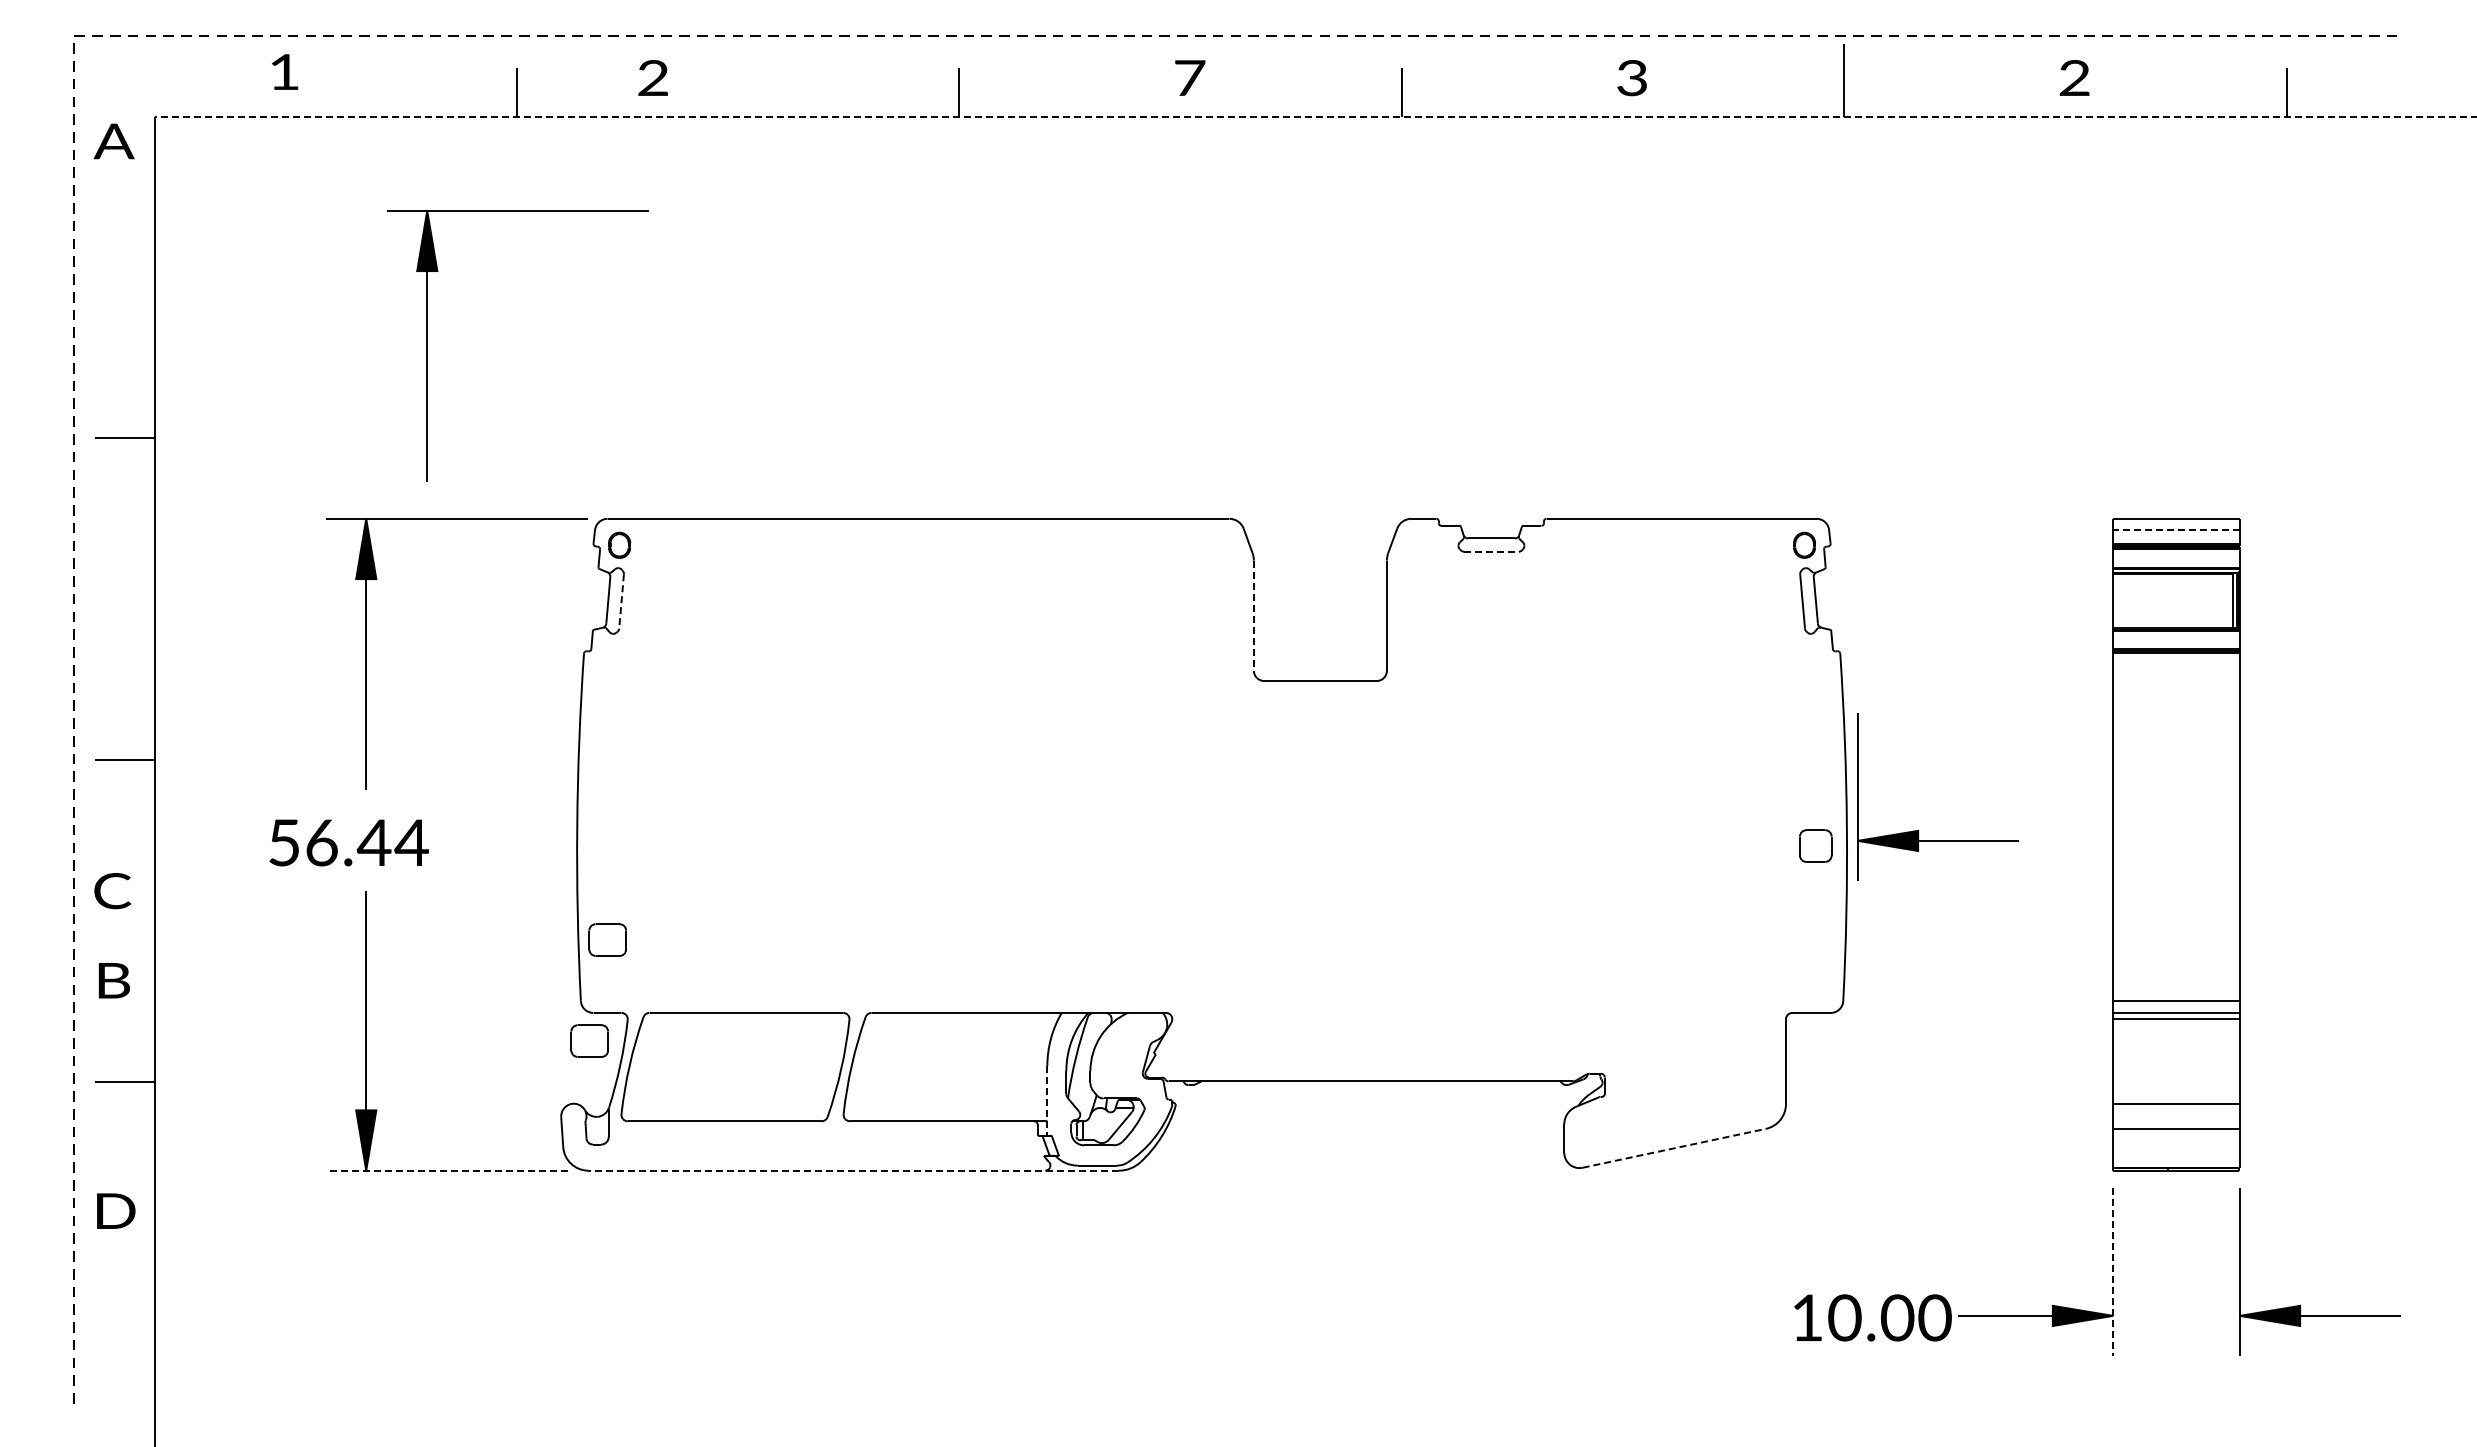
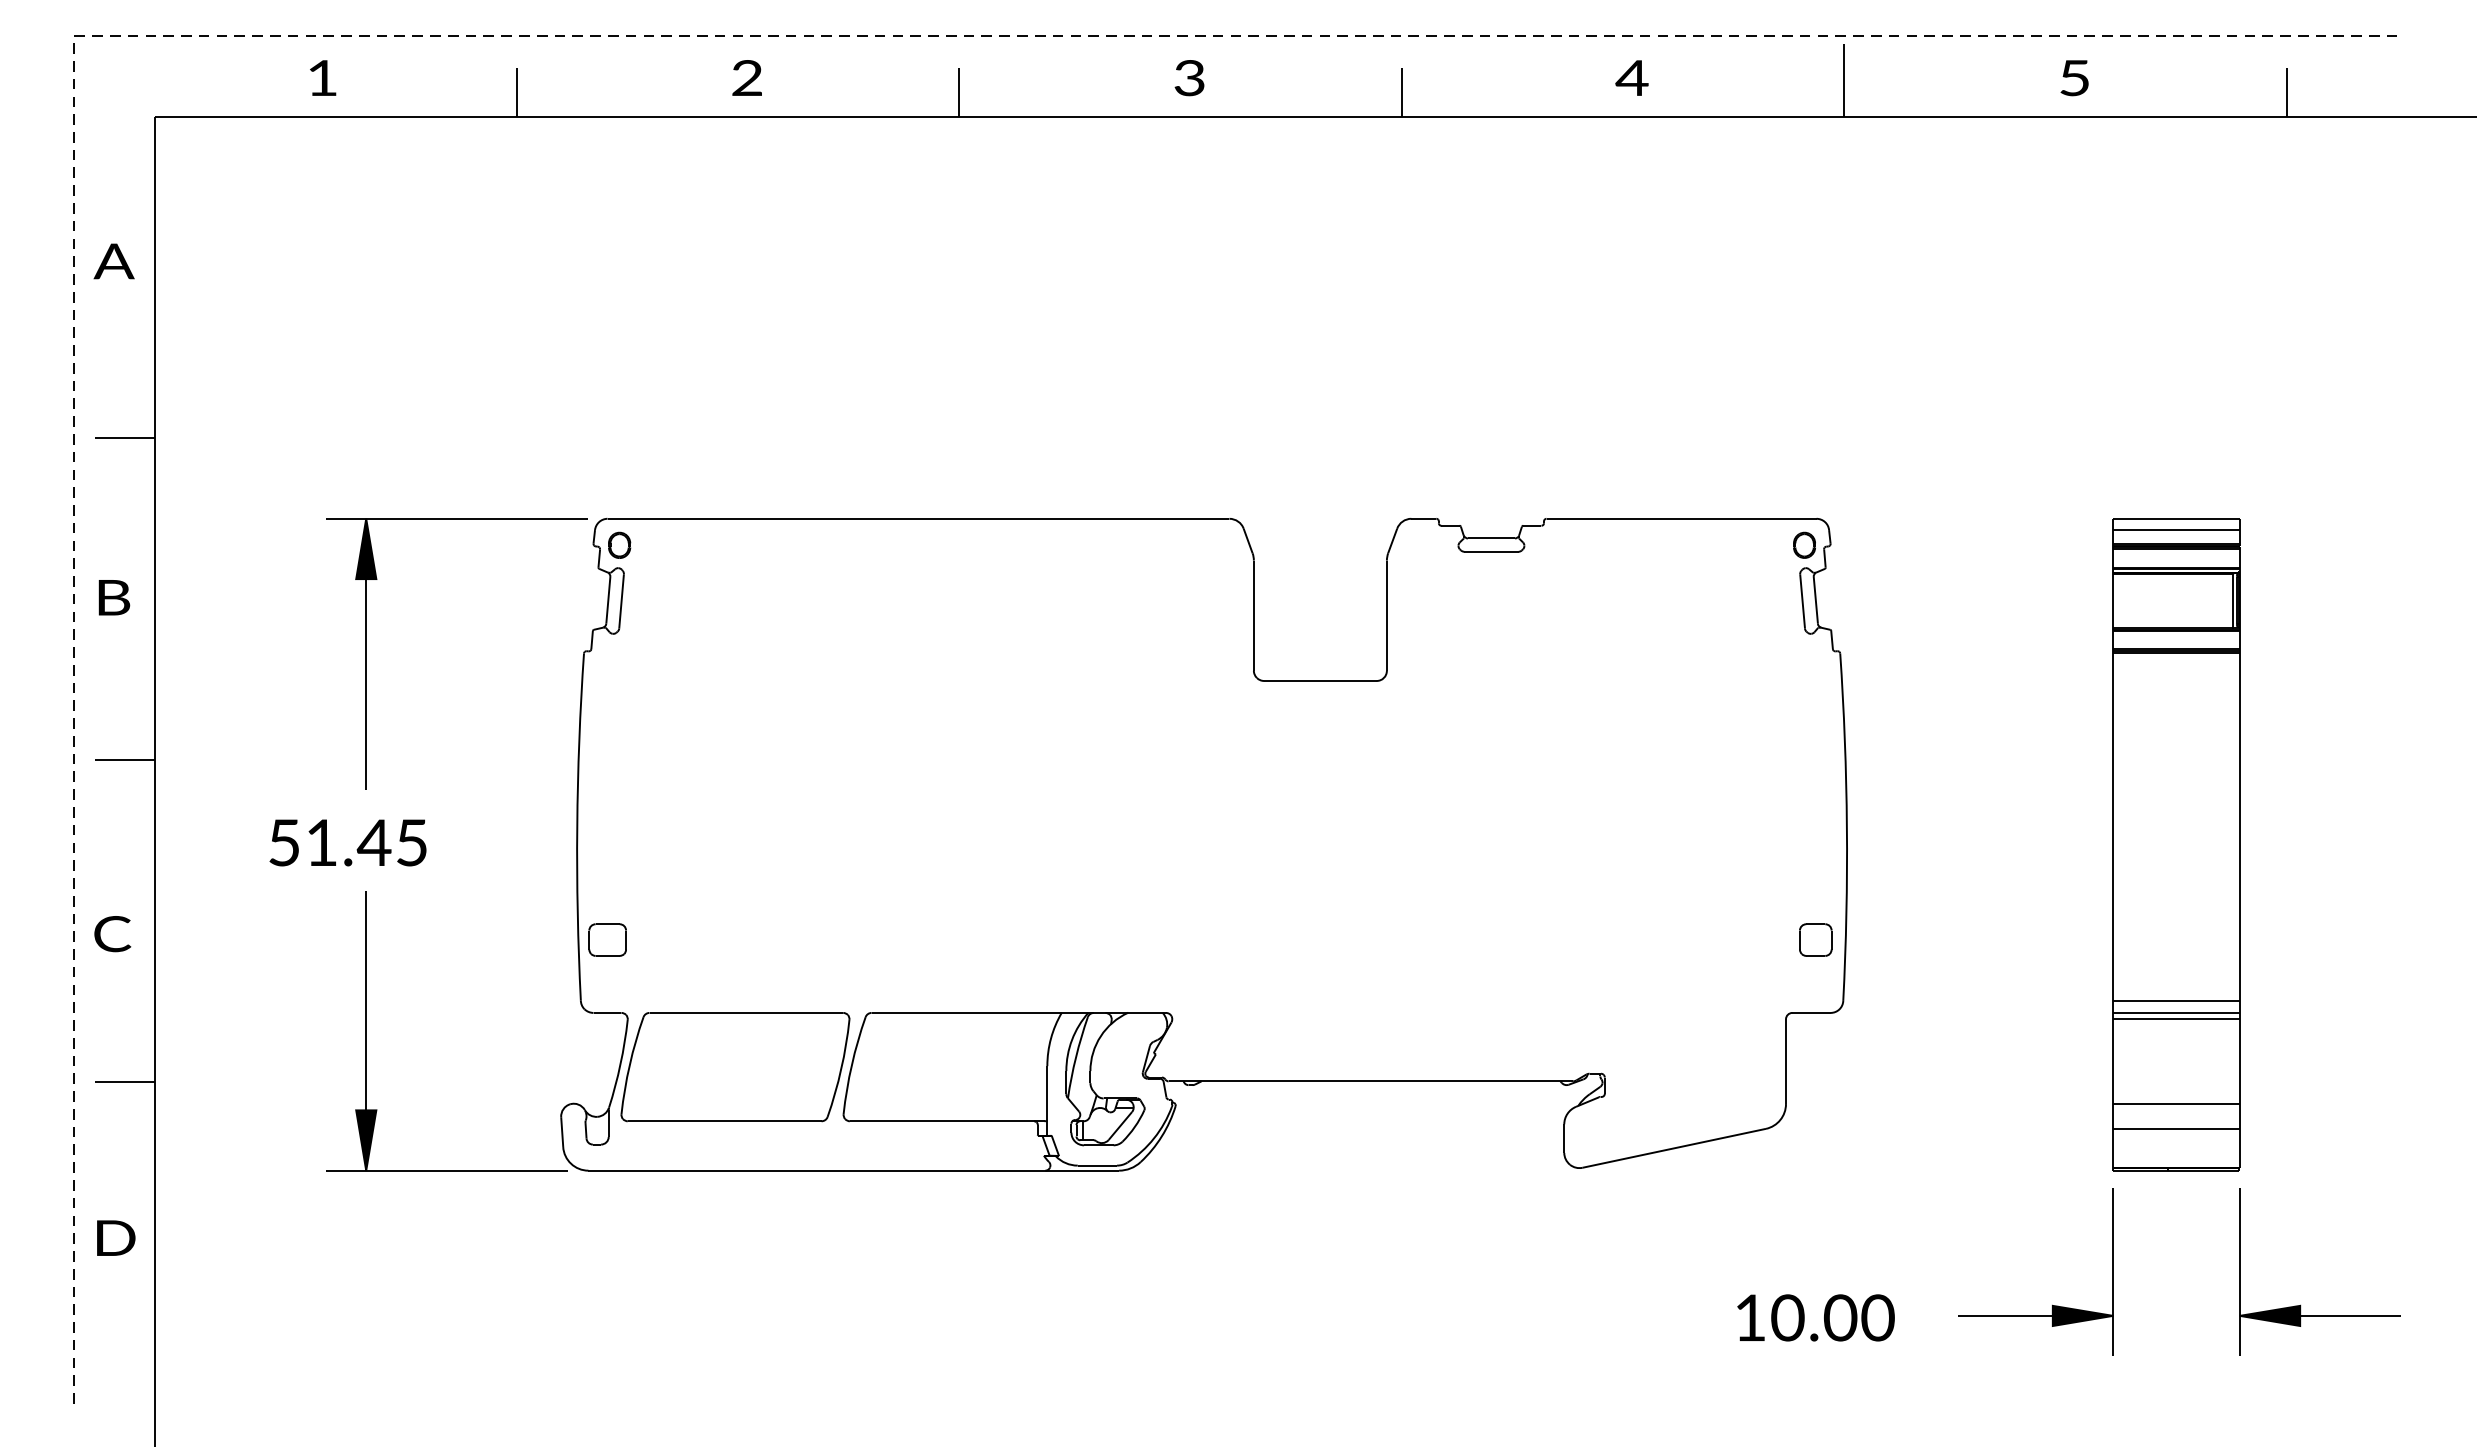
text at (285, 71) position: (285, 71) -> (323, 77)
text at (652, 77) position: (652, 77) -> (746, 77)
text at (1189, 78): 7 -> 3
text at (1631, 78): 3 -> 4
text at (2074, 78): 2 -> 5
line at (1315, 116): dashed -> solid
text at (113, 141) position: (113, 141) -> (113, 261)
part at (427, 345): present -> none
line at (2175, 530): dashed -> solid
line at (1491, 551): dashed -> solid
line at (621, 601): dashed -> solid
line at (1253, 616): dashed -> solid
part at (1918, 829): present -> none
text at (367, 842): 56.44 -> 51.45
part at (1815, 845) position: (1815, 845) -> (1815, 939)
text at (112, 891) position: (112, 891) -> (112, 934)
text at (114, 980) position: (114, 980) -> (114, 597)
part at (589, 1040): present -> none
line at (1047, 1100): dashed -> solid
line at (1674, 1148): dashed -> solid
line at (446, 1170): dashed -> solid
line at (853, 1170): dashed -> solid
text at (116, 1210) position: (116, 1210) -> (116, 1237)
line at (2113, 1272): dashed -> solid
text at (1872, 1317) position: (1872, 1317) -> (1815, 1317)
